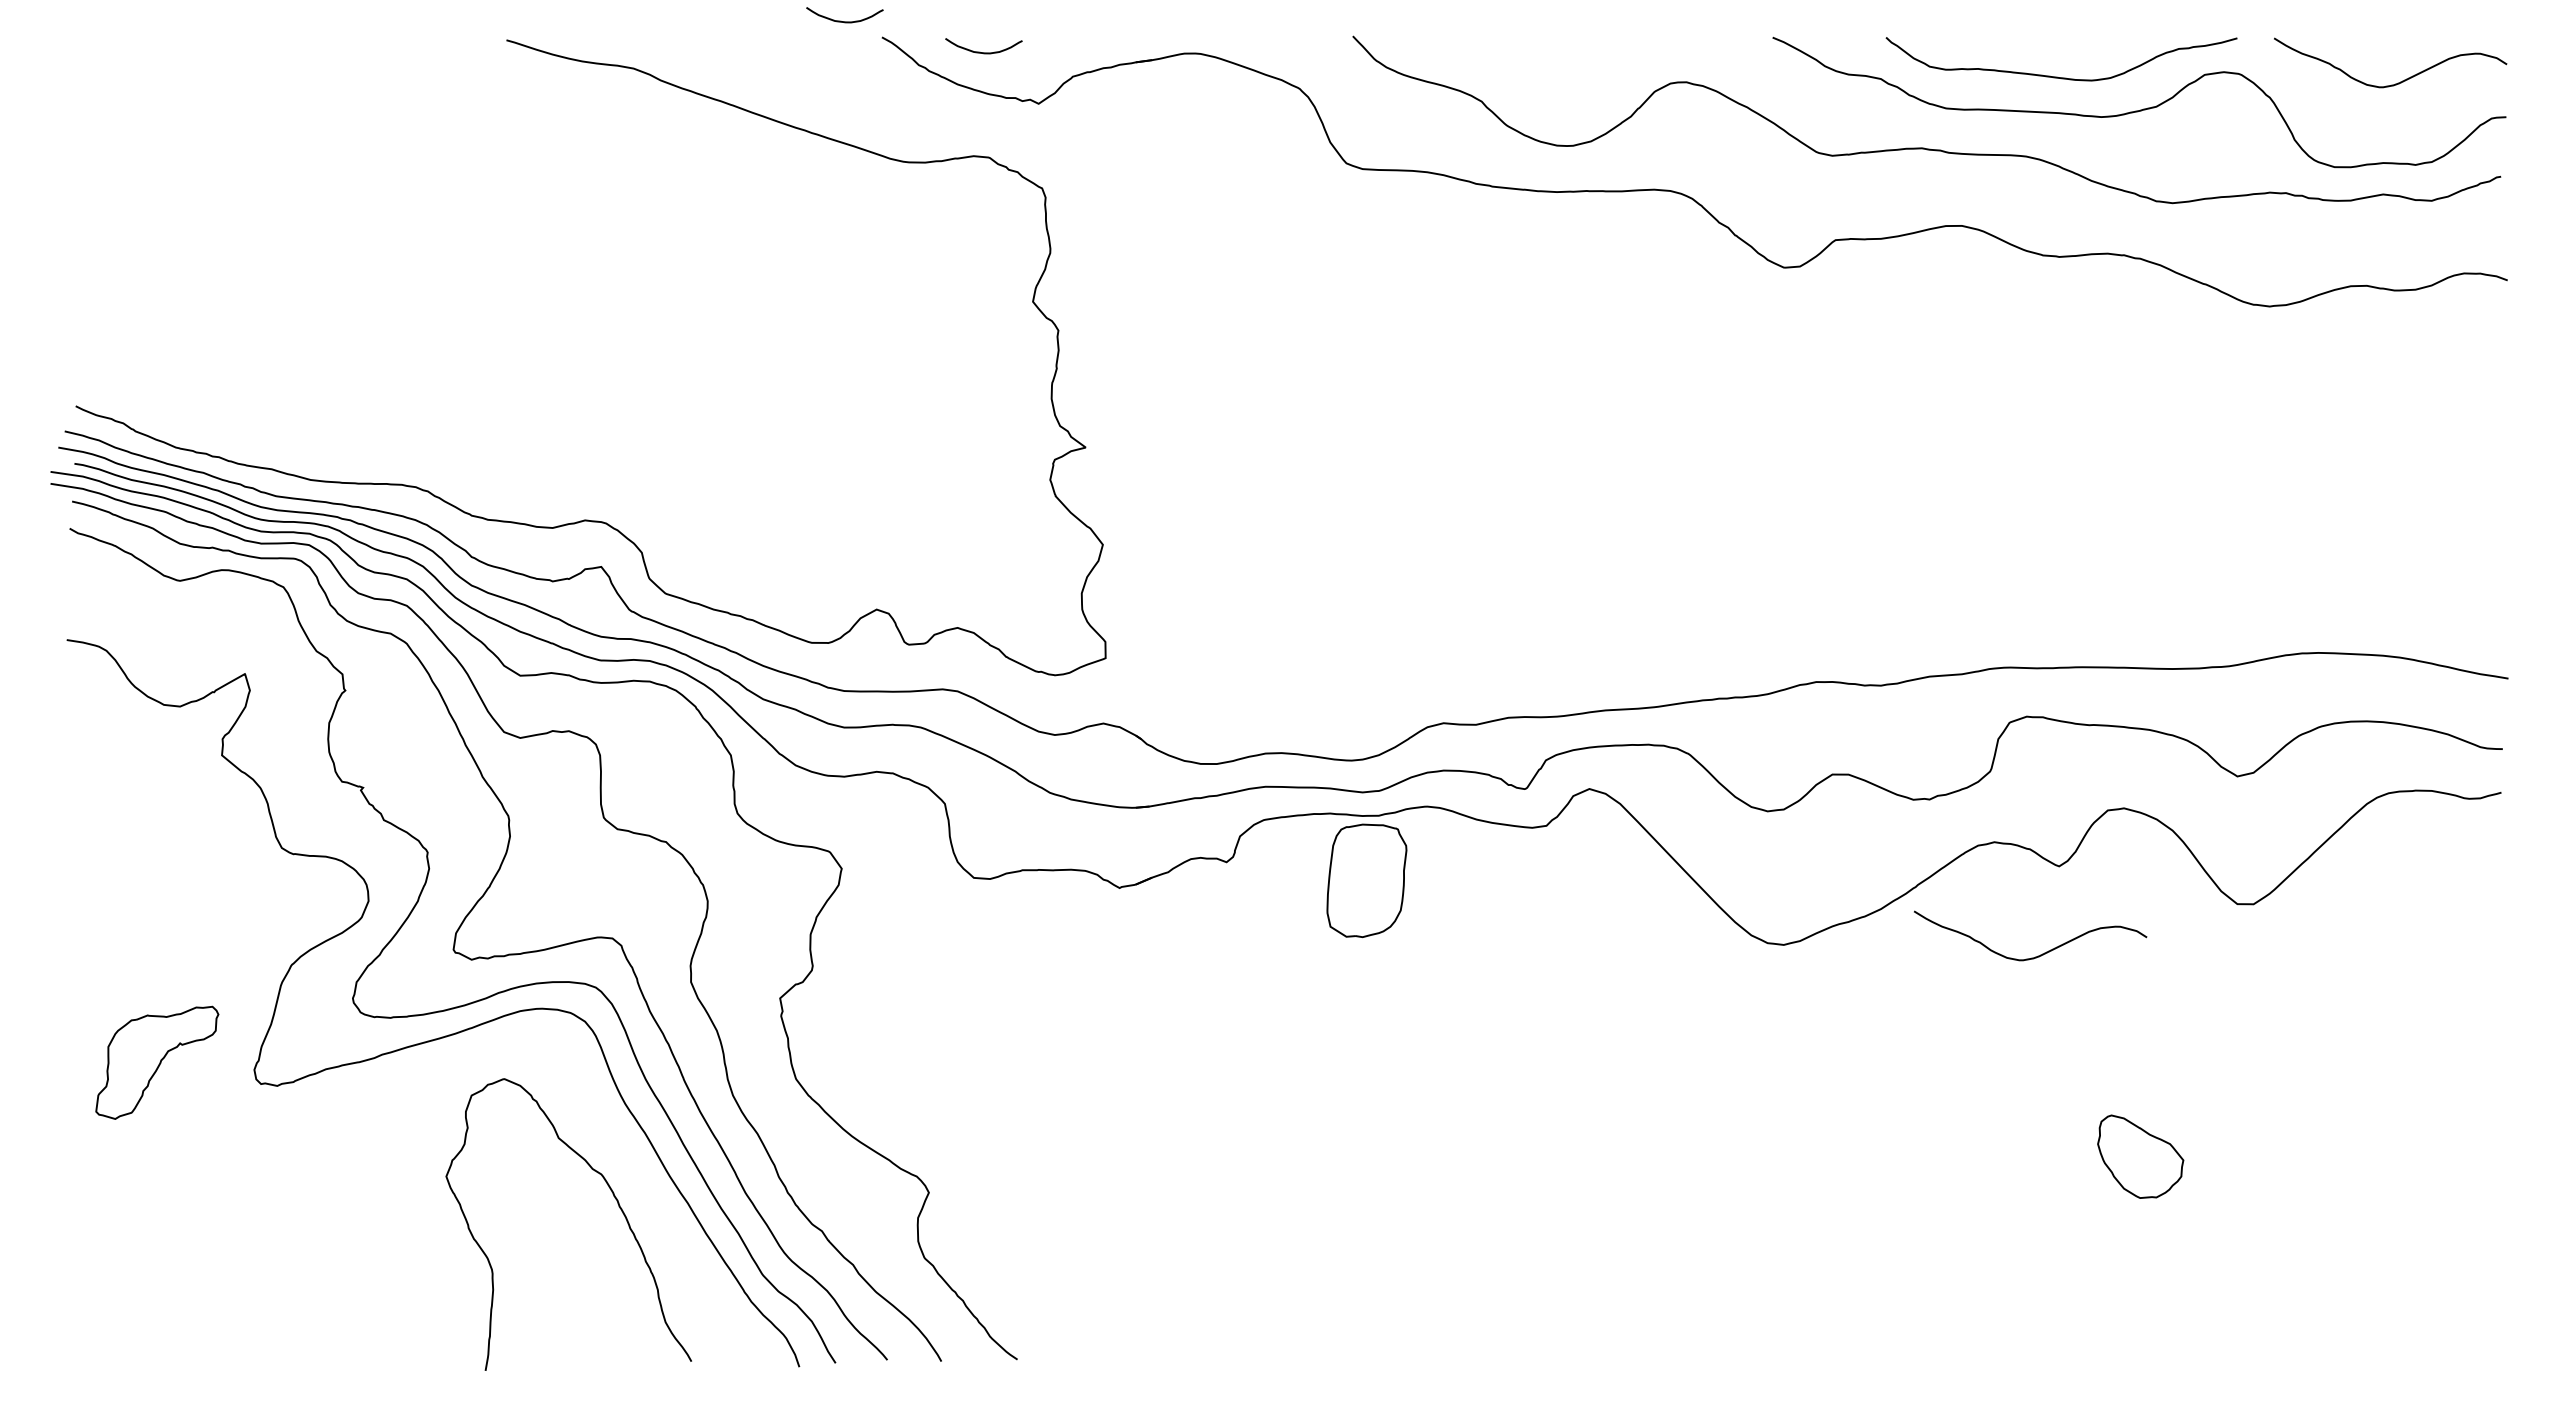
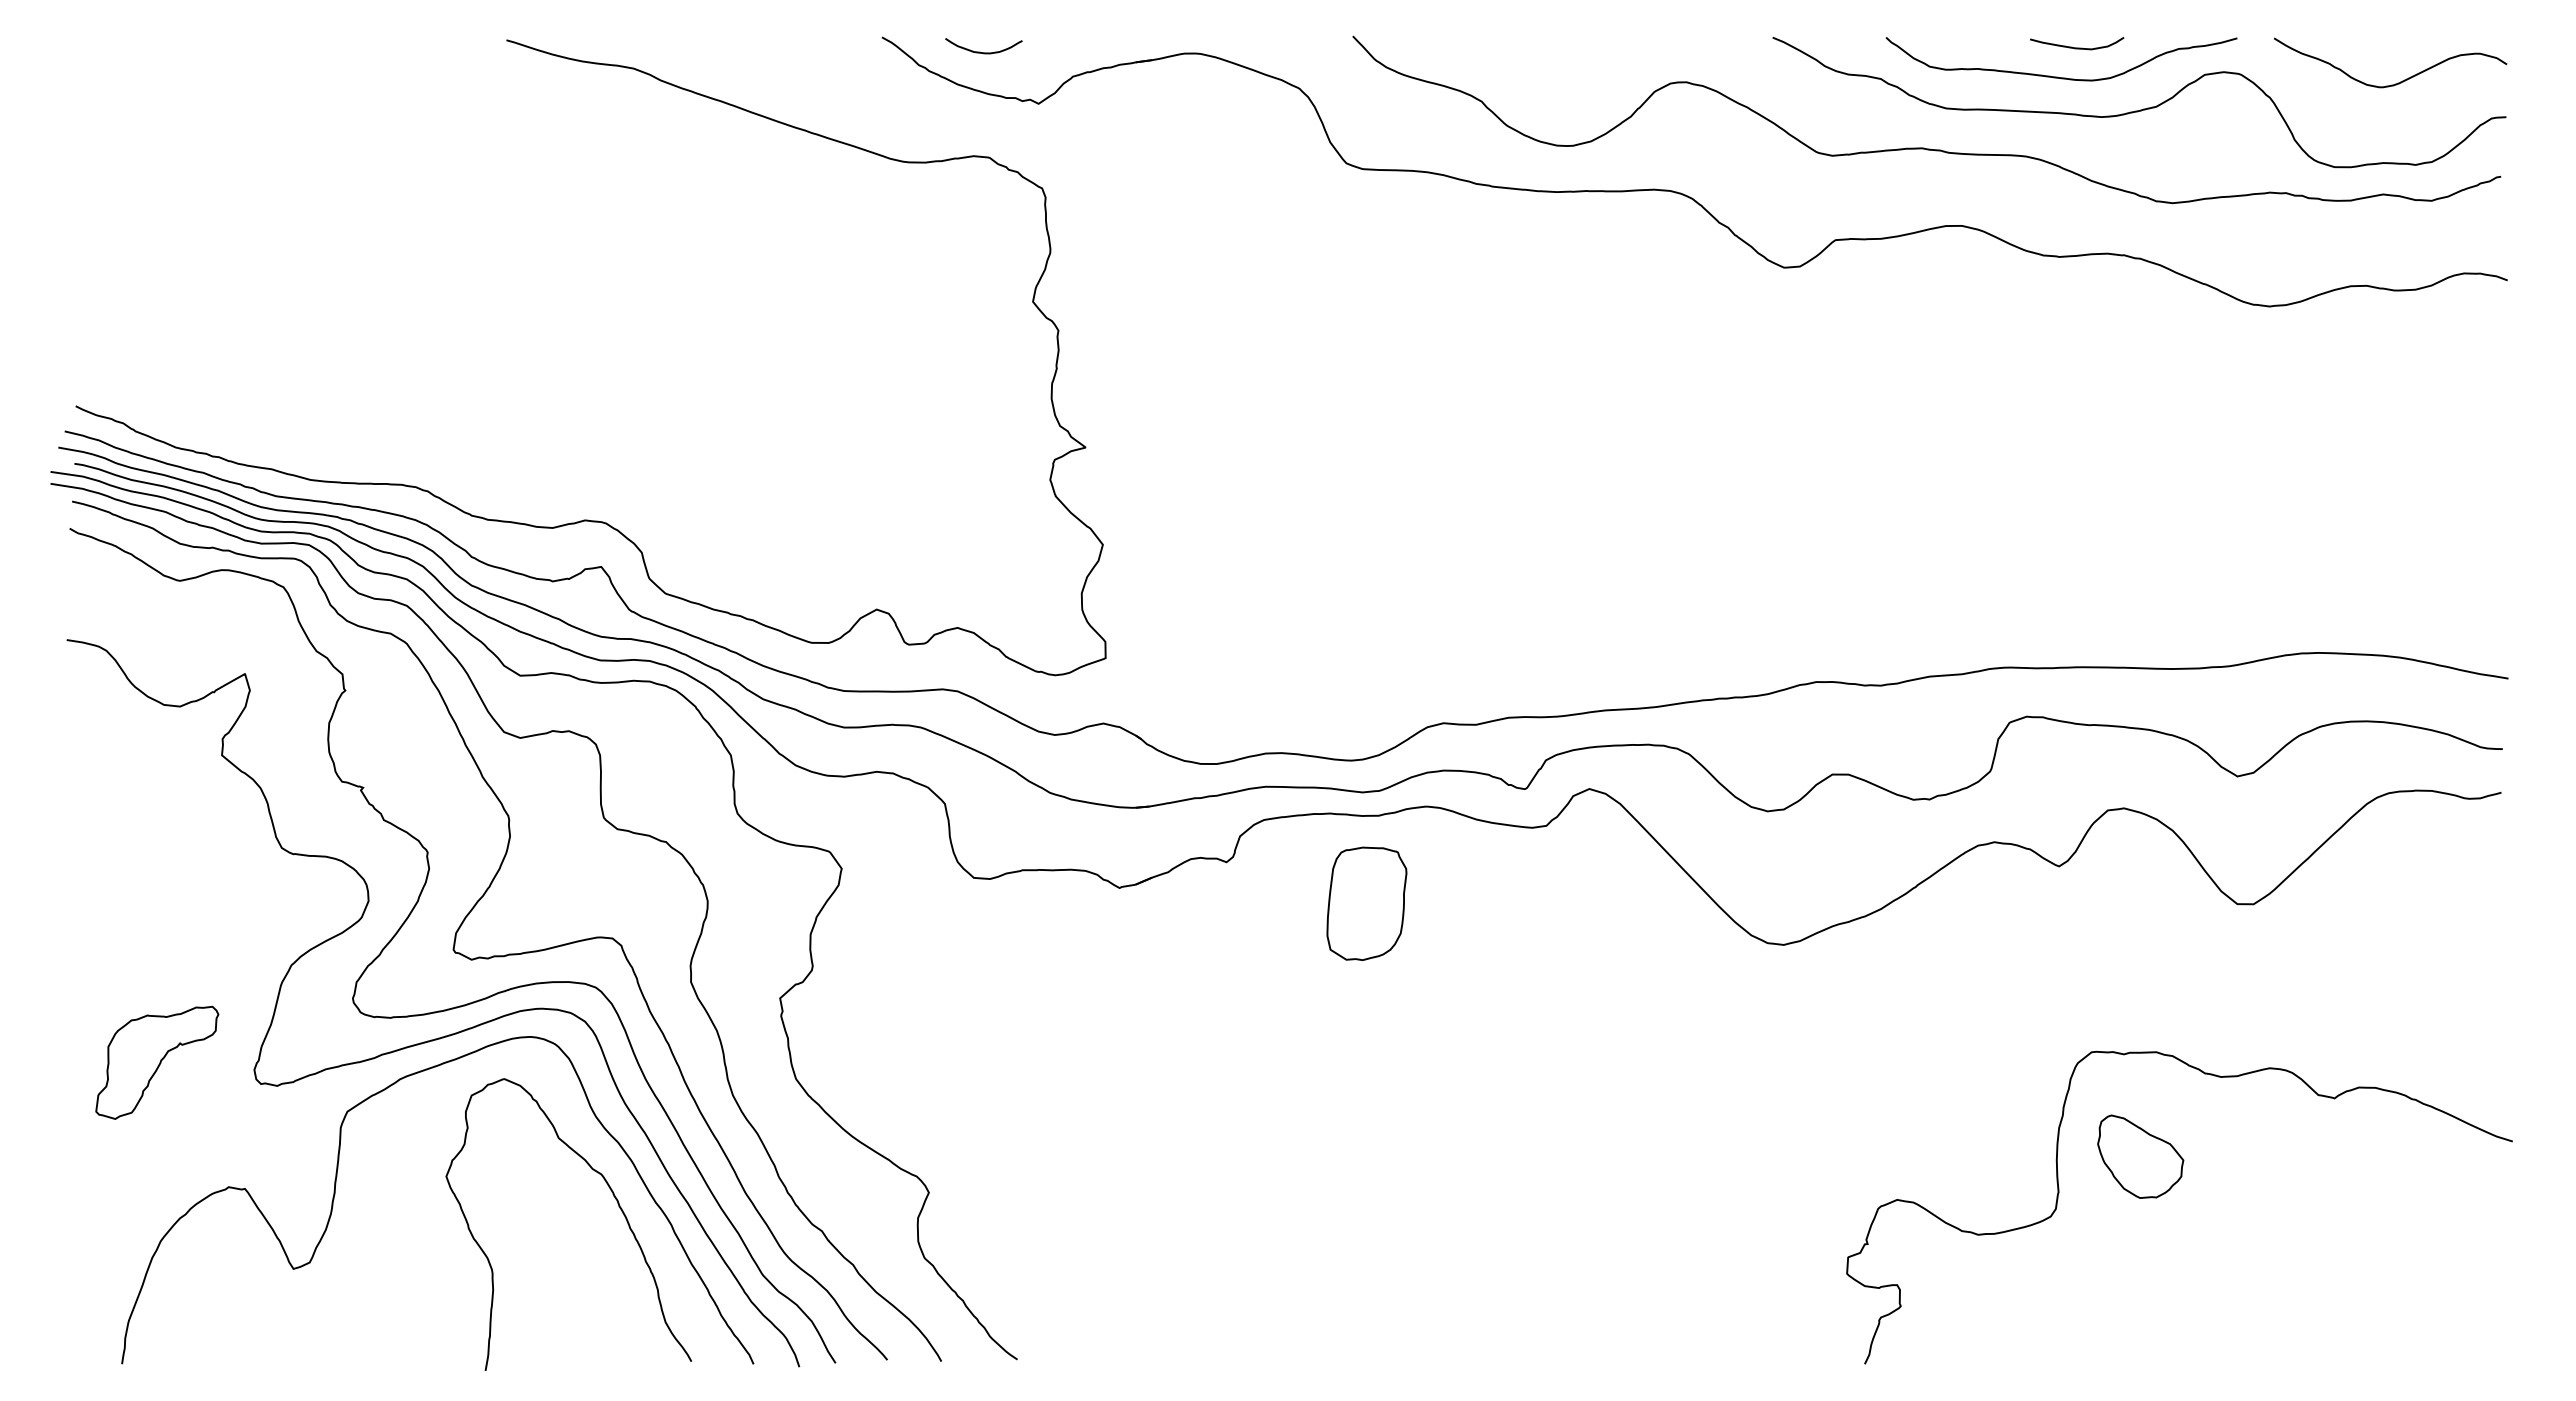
curve at (841, 20): present -> none
curve at (2077, 47): none -> present
part at (1366, 880) position: (1366, 880) -> (1366, 903)
curve at (2040, 954): present -> none
curve at (2059, 1193): none -> present
curve at (335, 1194): none -> present
